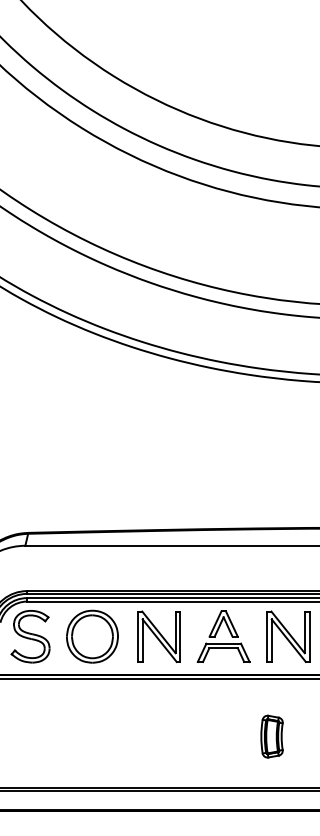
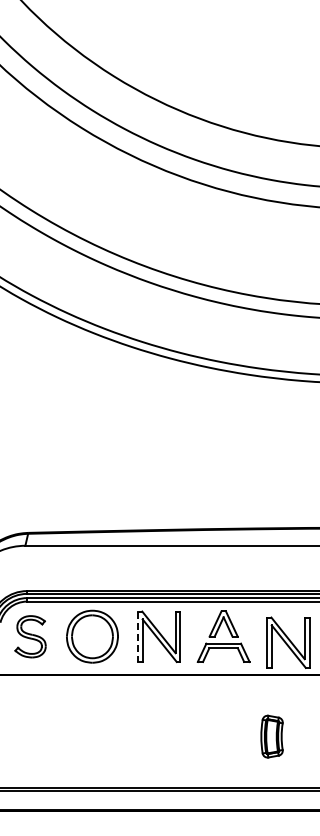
part at (30, 636) size: 41x54 px -> 33x44 px
part at (288, 636) position: (288, 636) -> (288, 642)
line at (137, 637): solid -> dashed
line at (159, 678): present -> none
